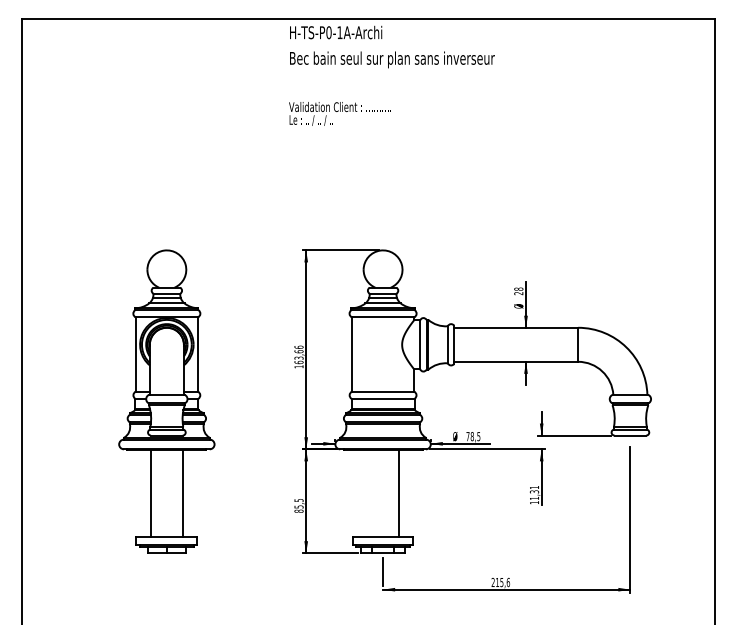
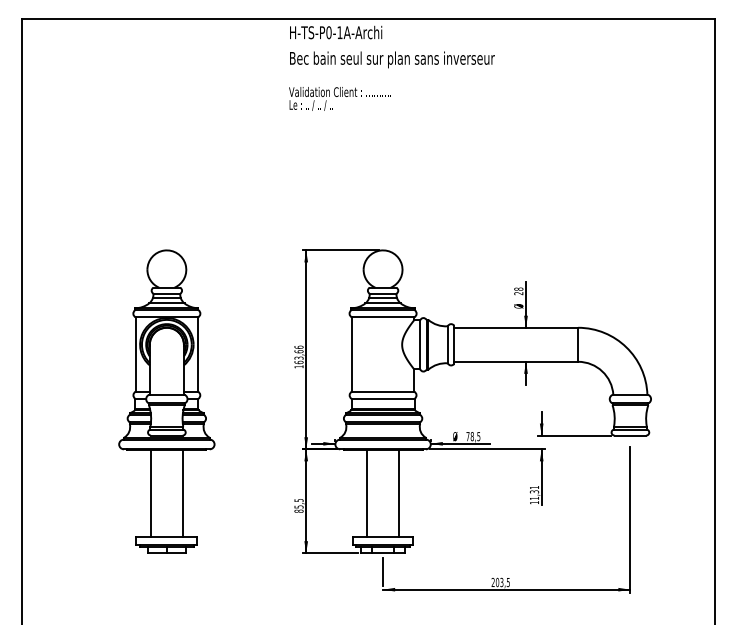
text at (339, 113) position: (339, 113) -> (339, 98)
line at (367, 493): none -> present
text at (502, 582): 215,6 -> 203,5
